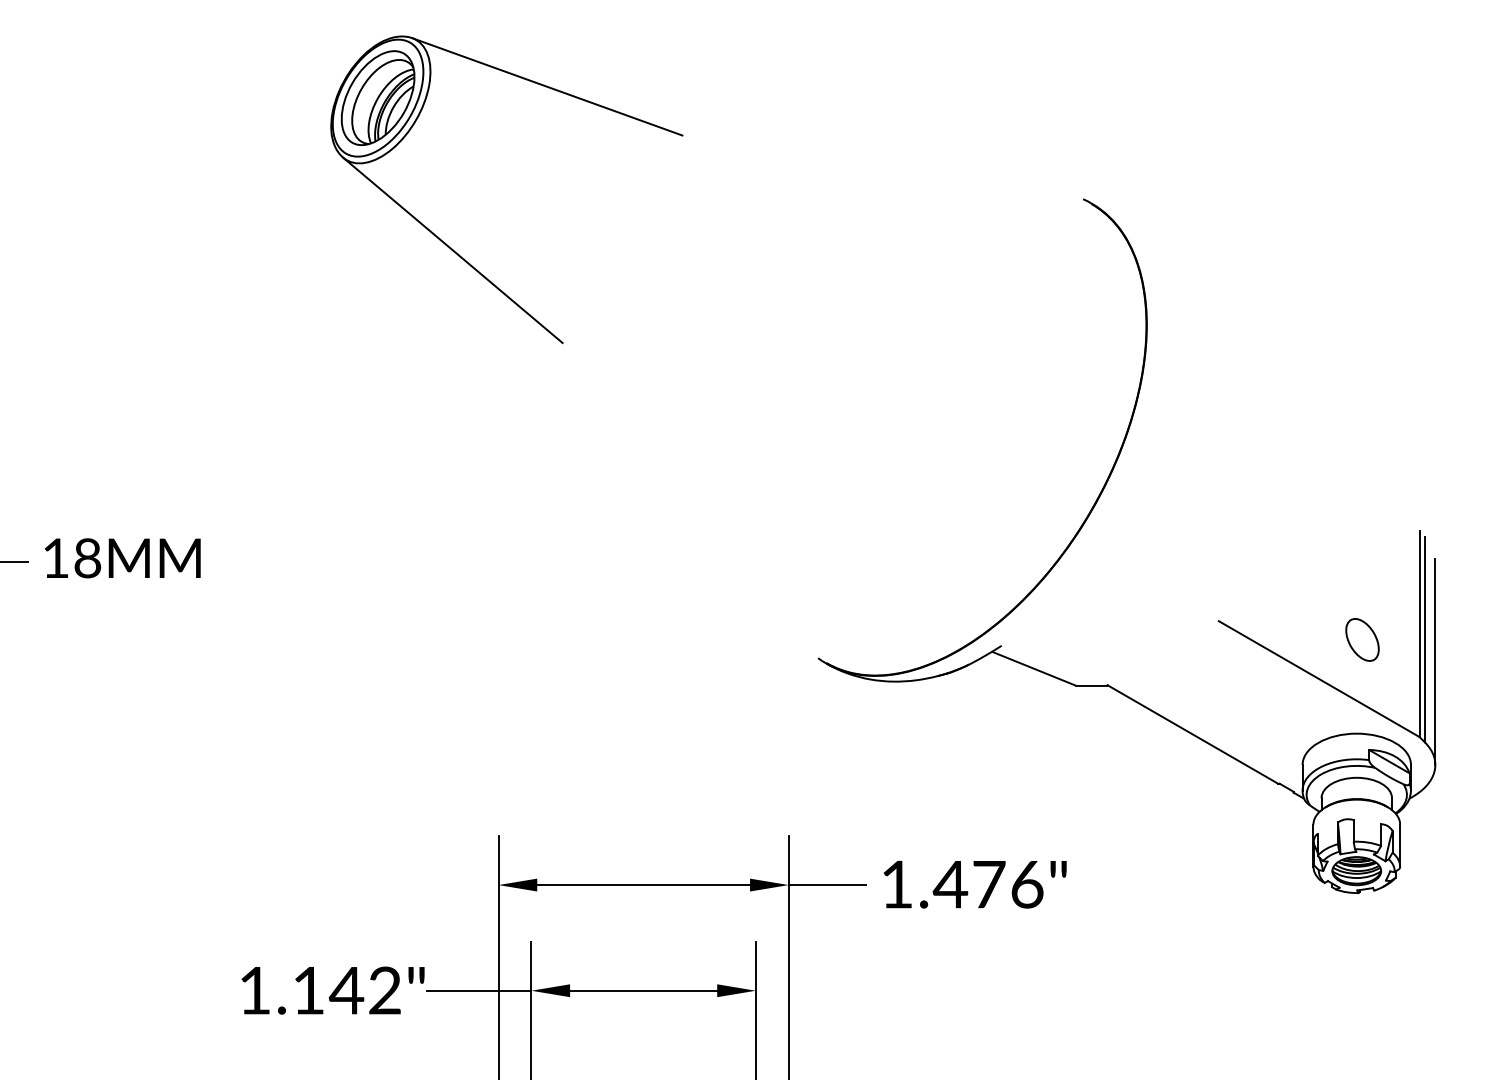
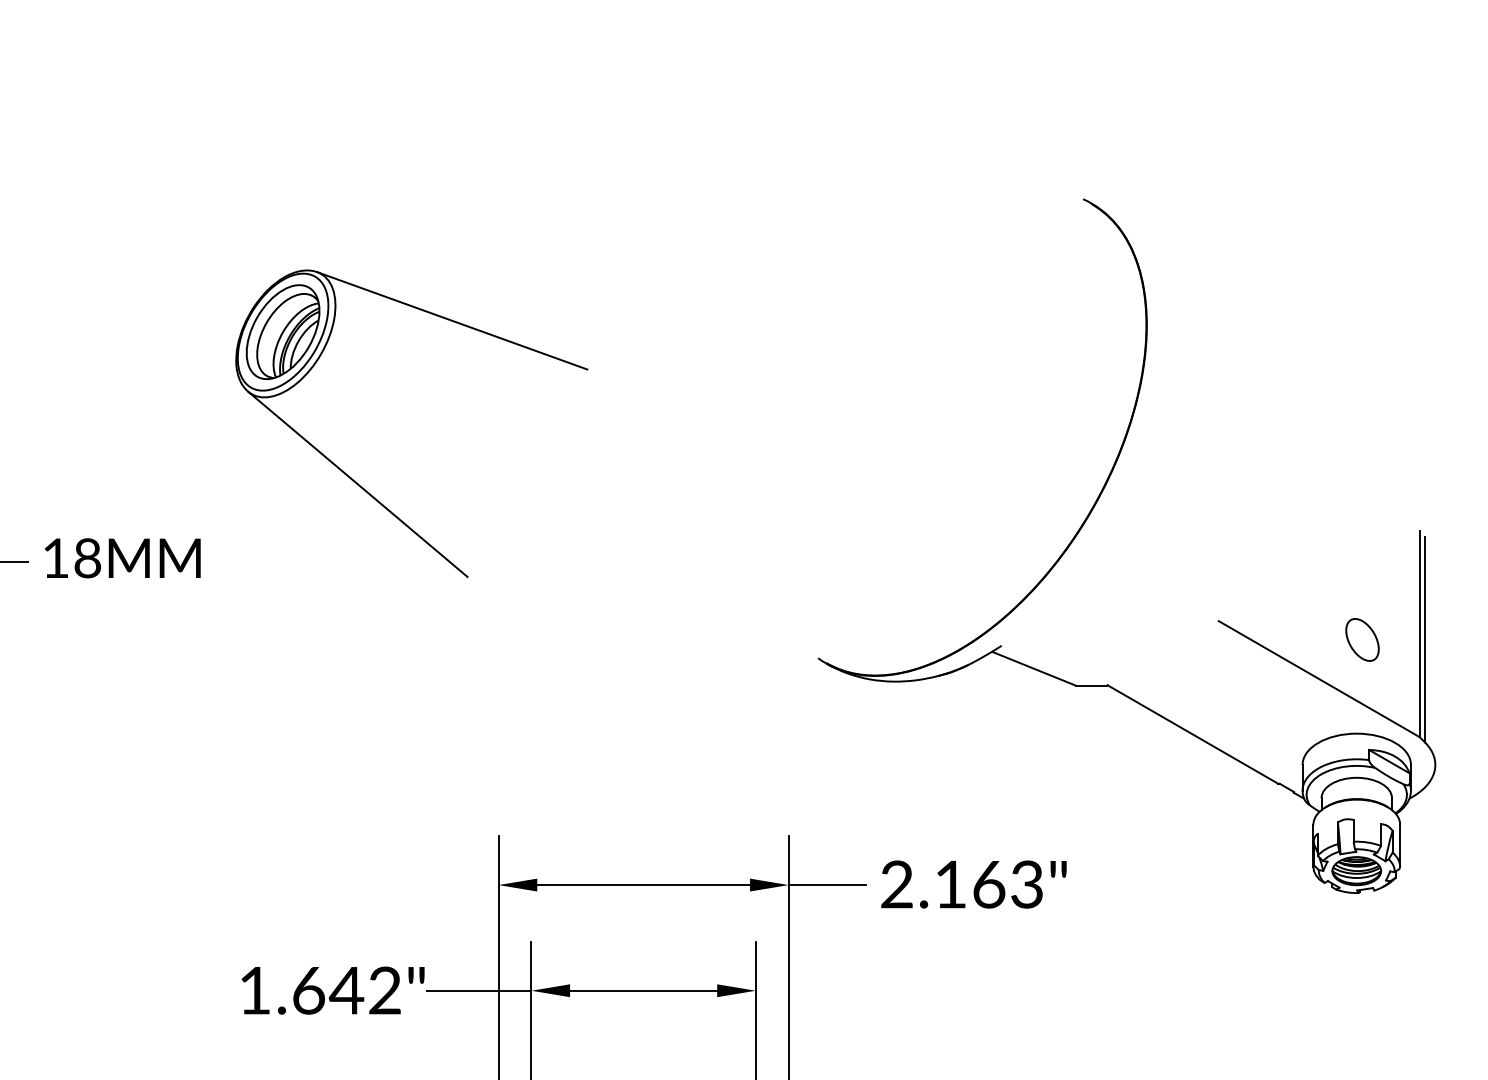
part at (451, 247) position: (451, 247) -> (356, 481)
line at (1435, 661): present -> none
text at (962, 884): 1.476" -> 2.163"
text at (308, 990): 1.142" -> 1.642"
